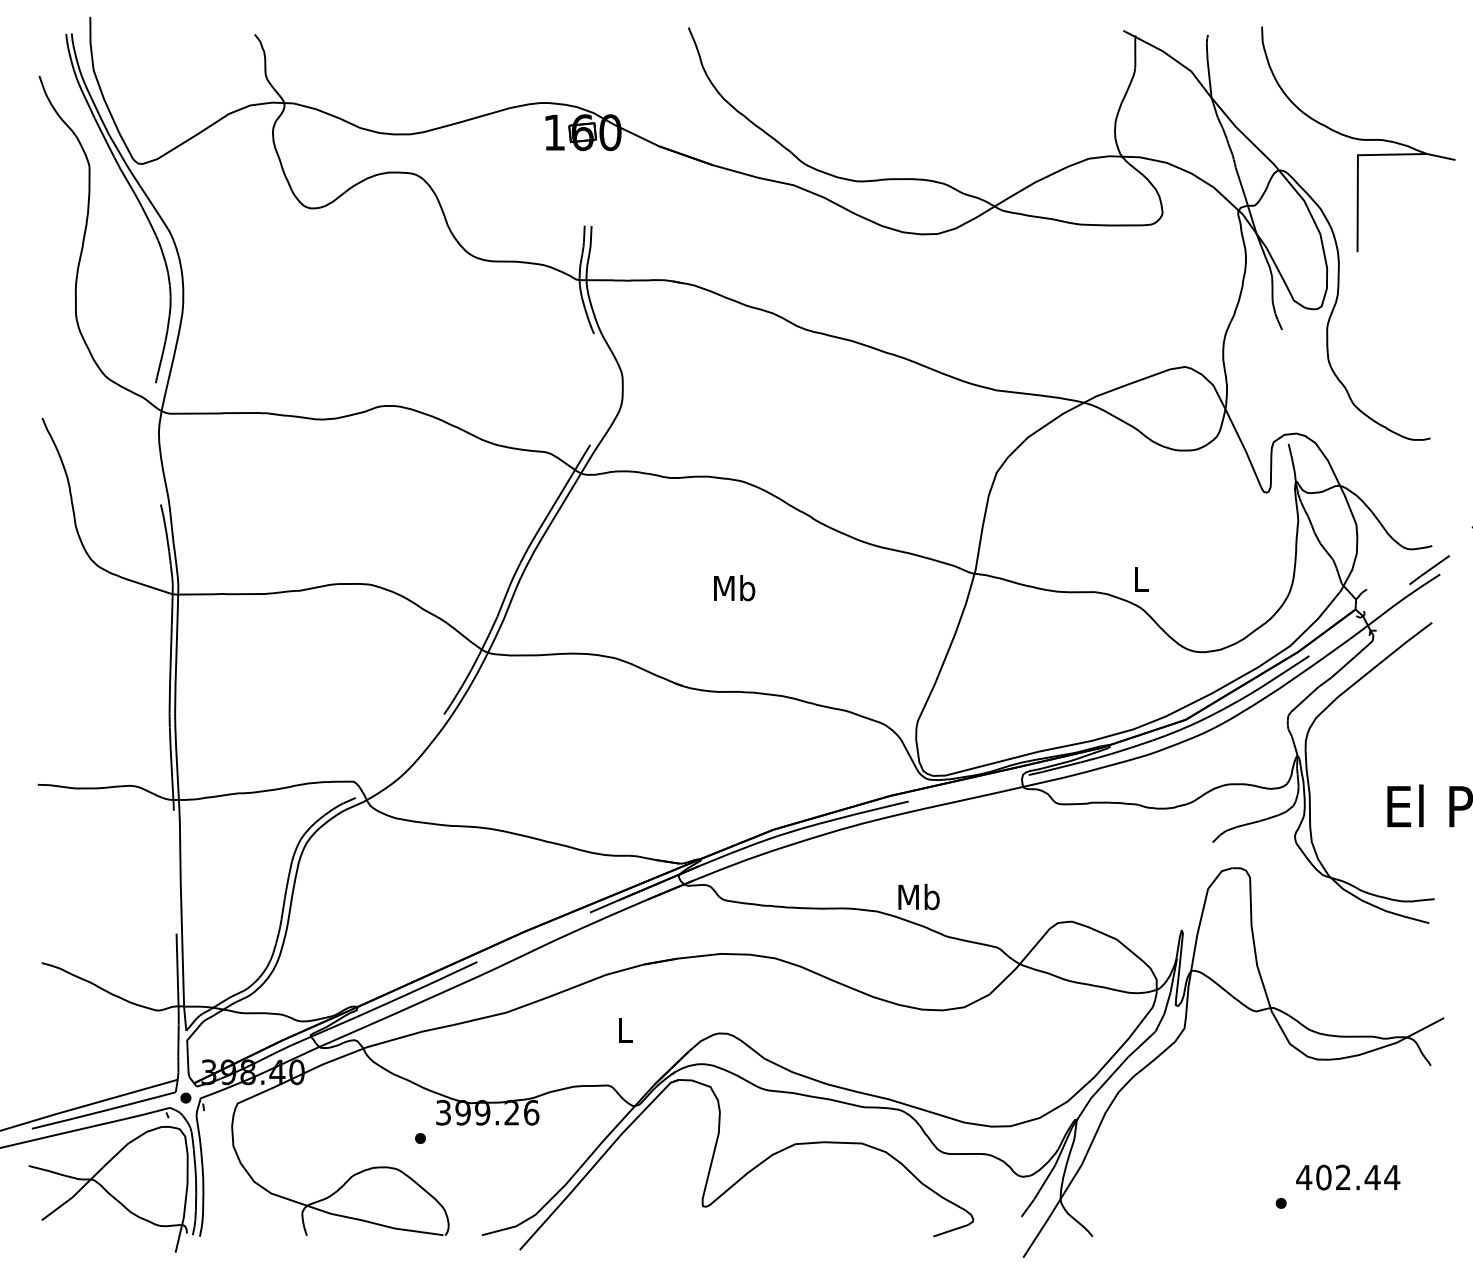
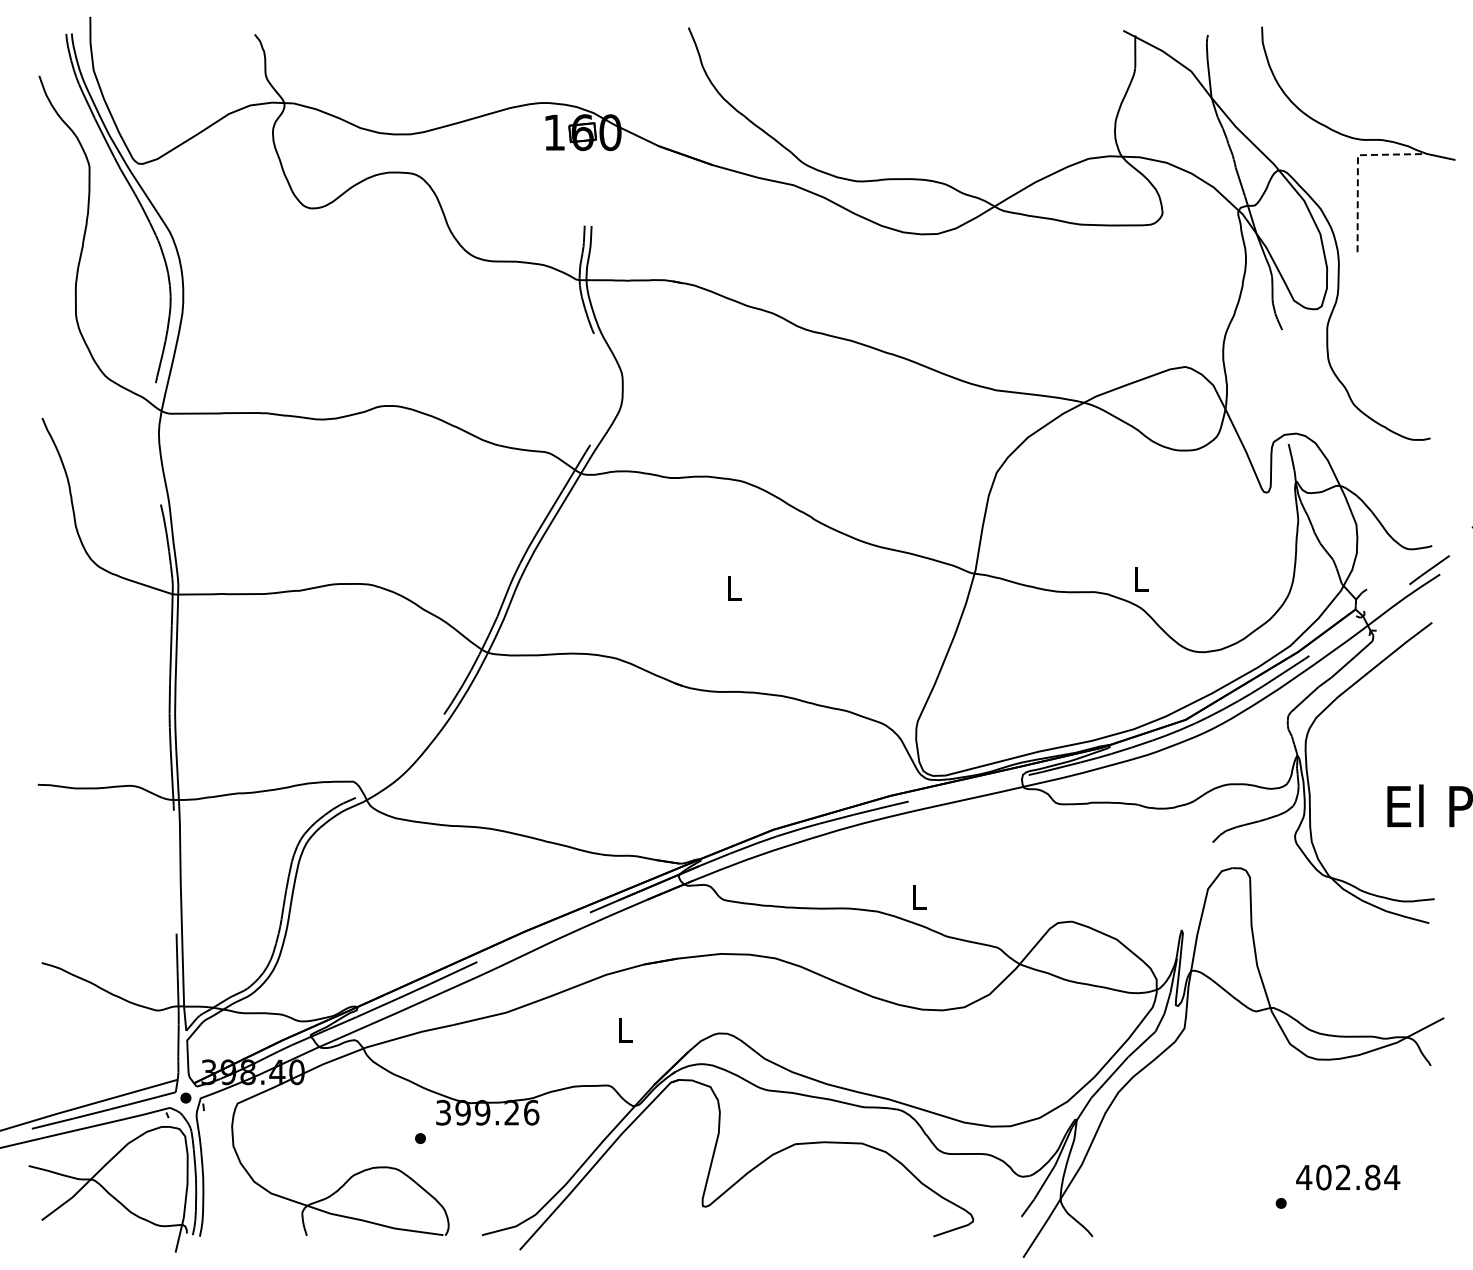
line at (1357, 168): solid -> dashed
text at (734, 588): Mb -> L
text at (918, 896): Mb -> L
text at (1372, 1177): 402.44 -> 402.84
